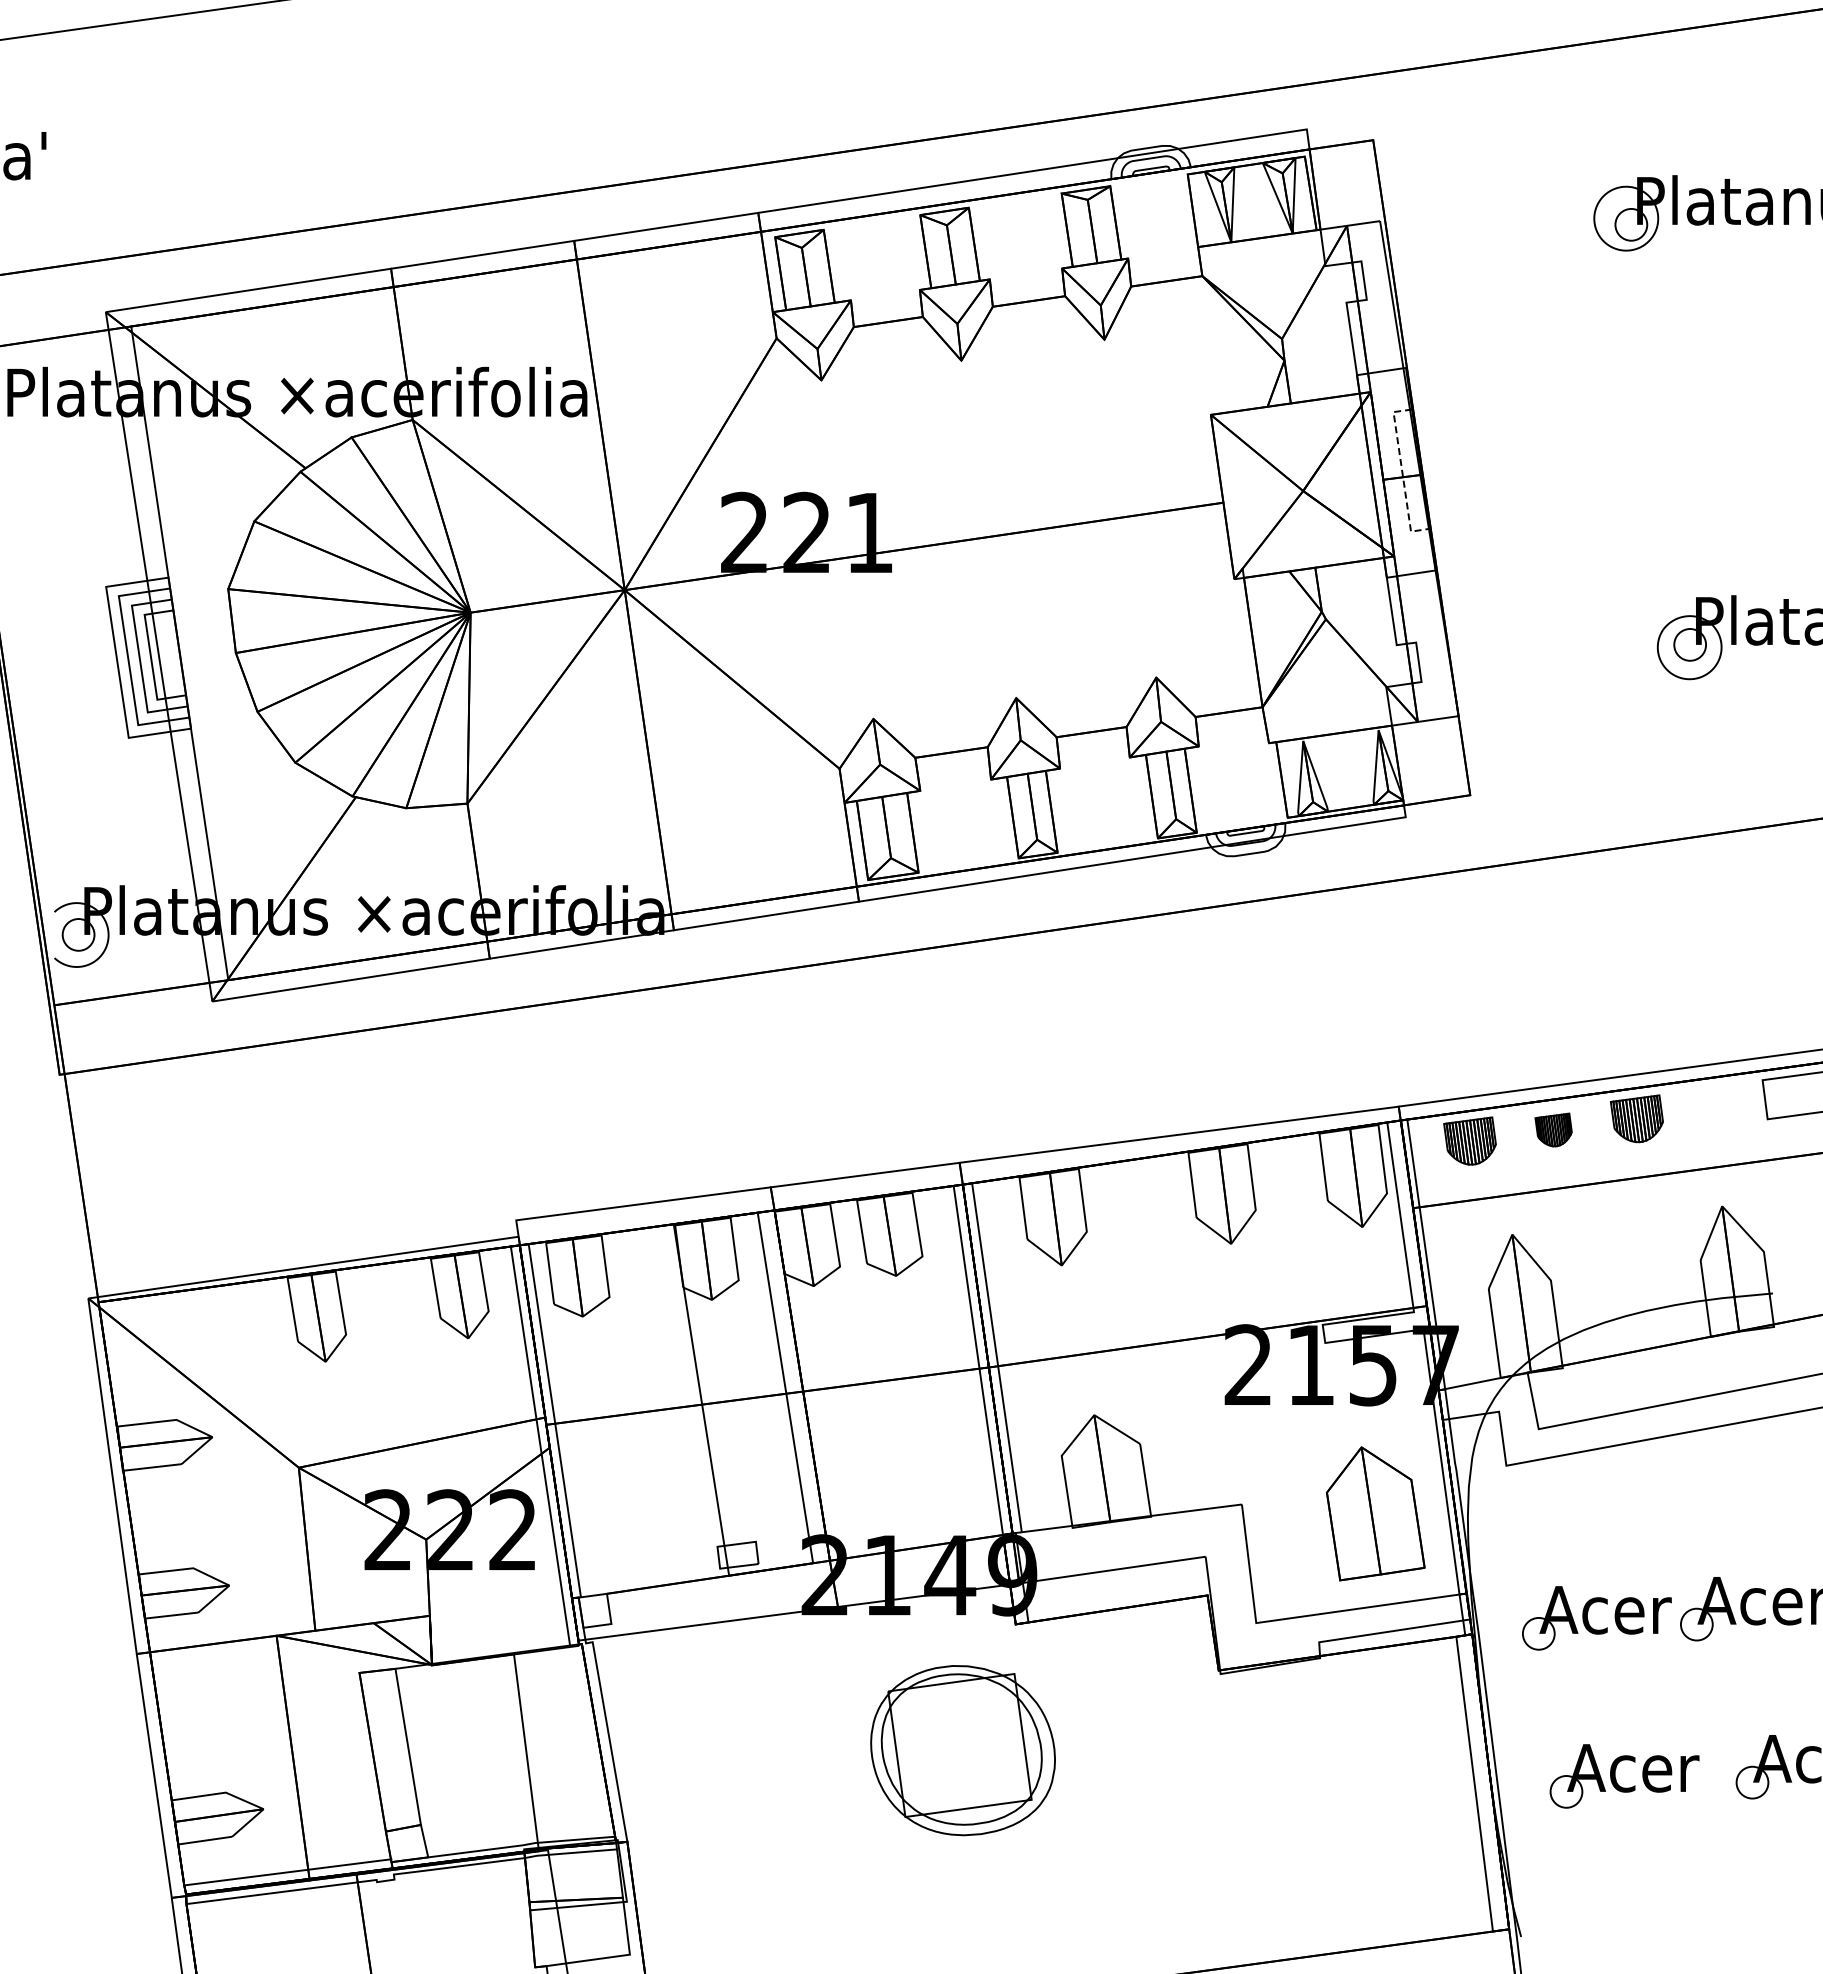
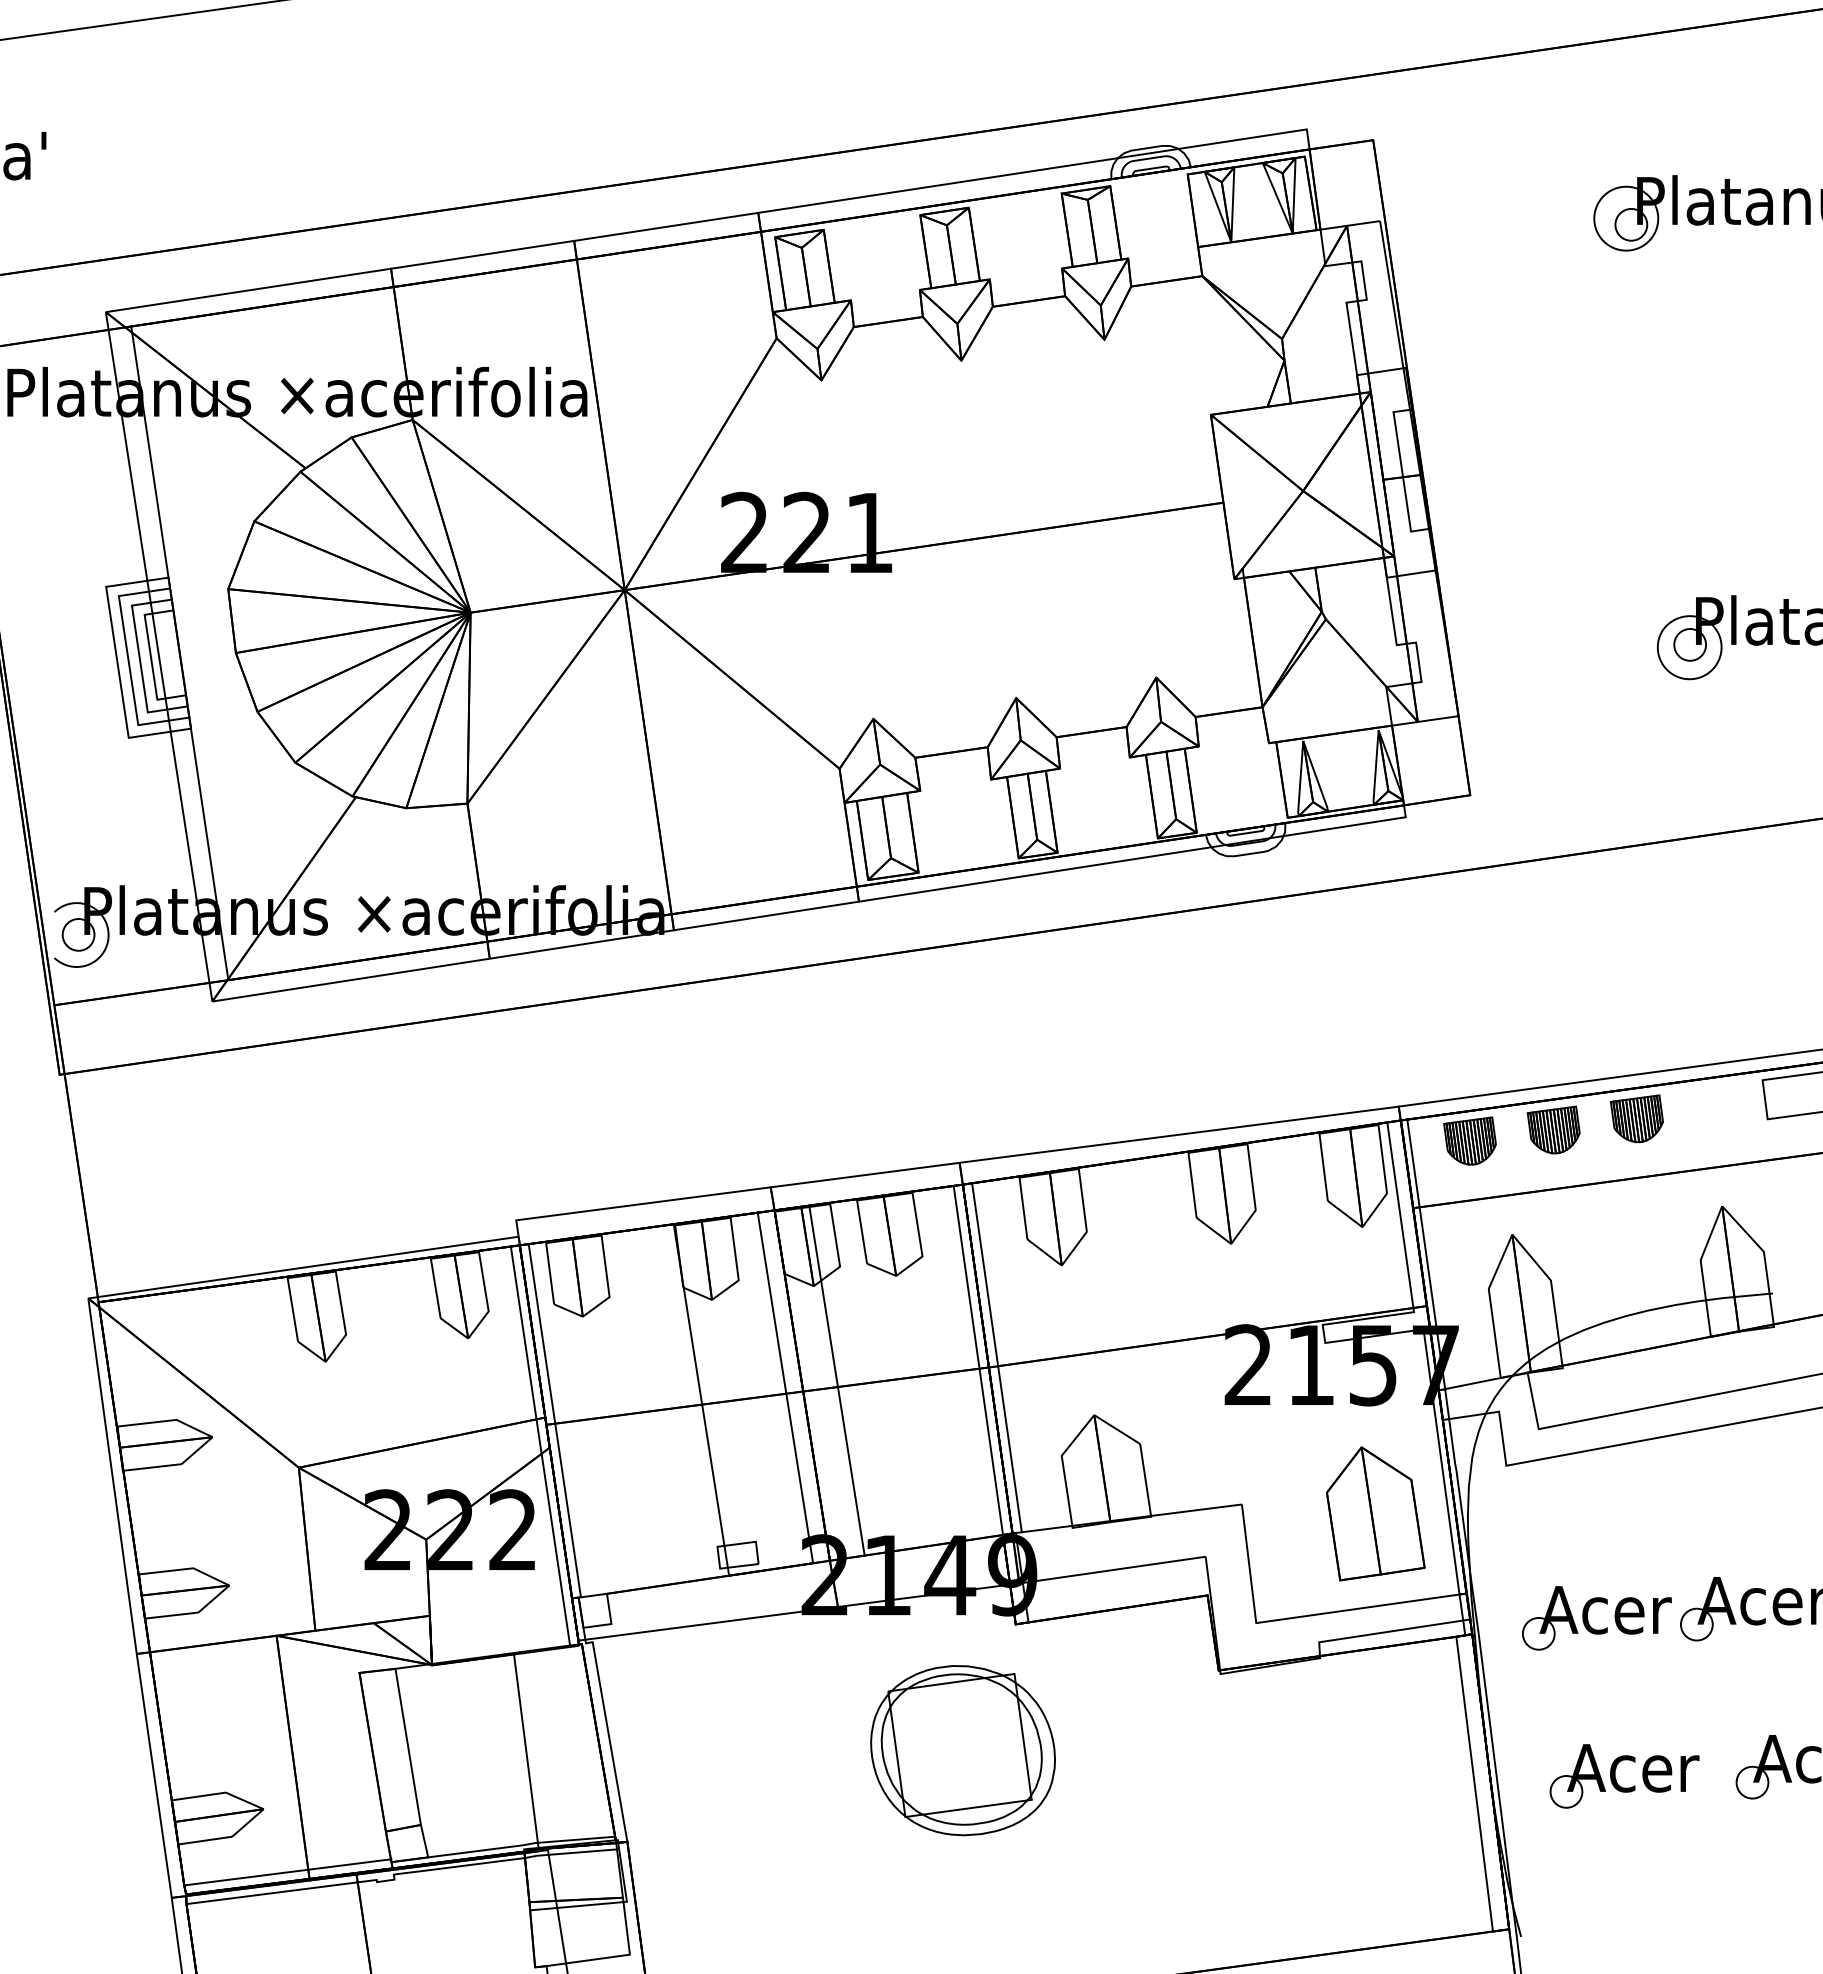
line at (1402, 472): dashed -> solid
part at (1553, 1129) size: 39x36 px -> 55x50 px
line at (836, 1380): none -> present
